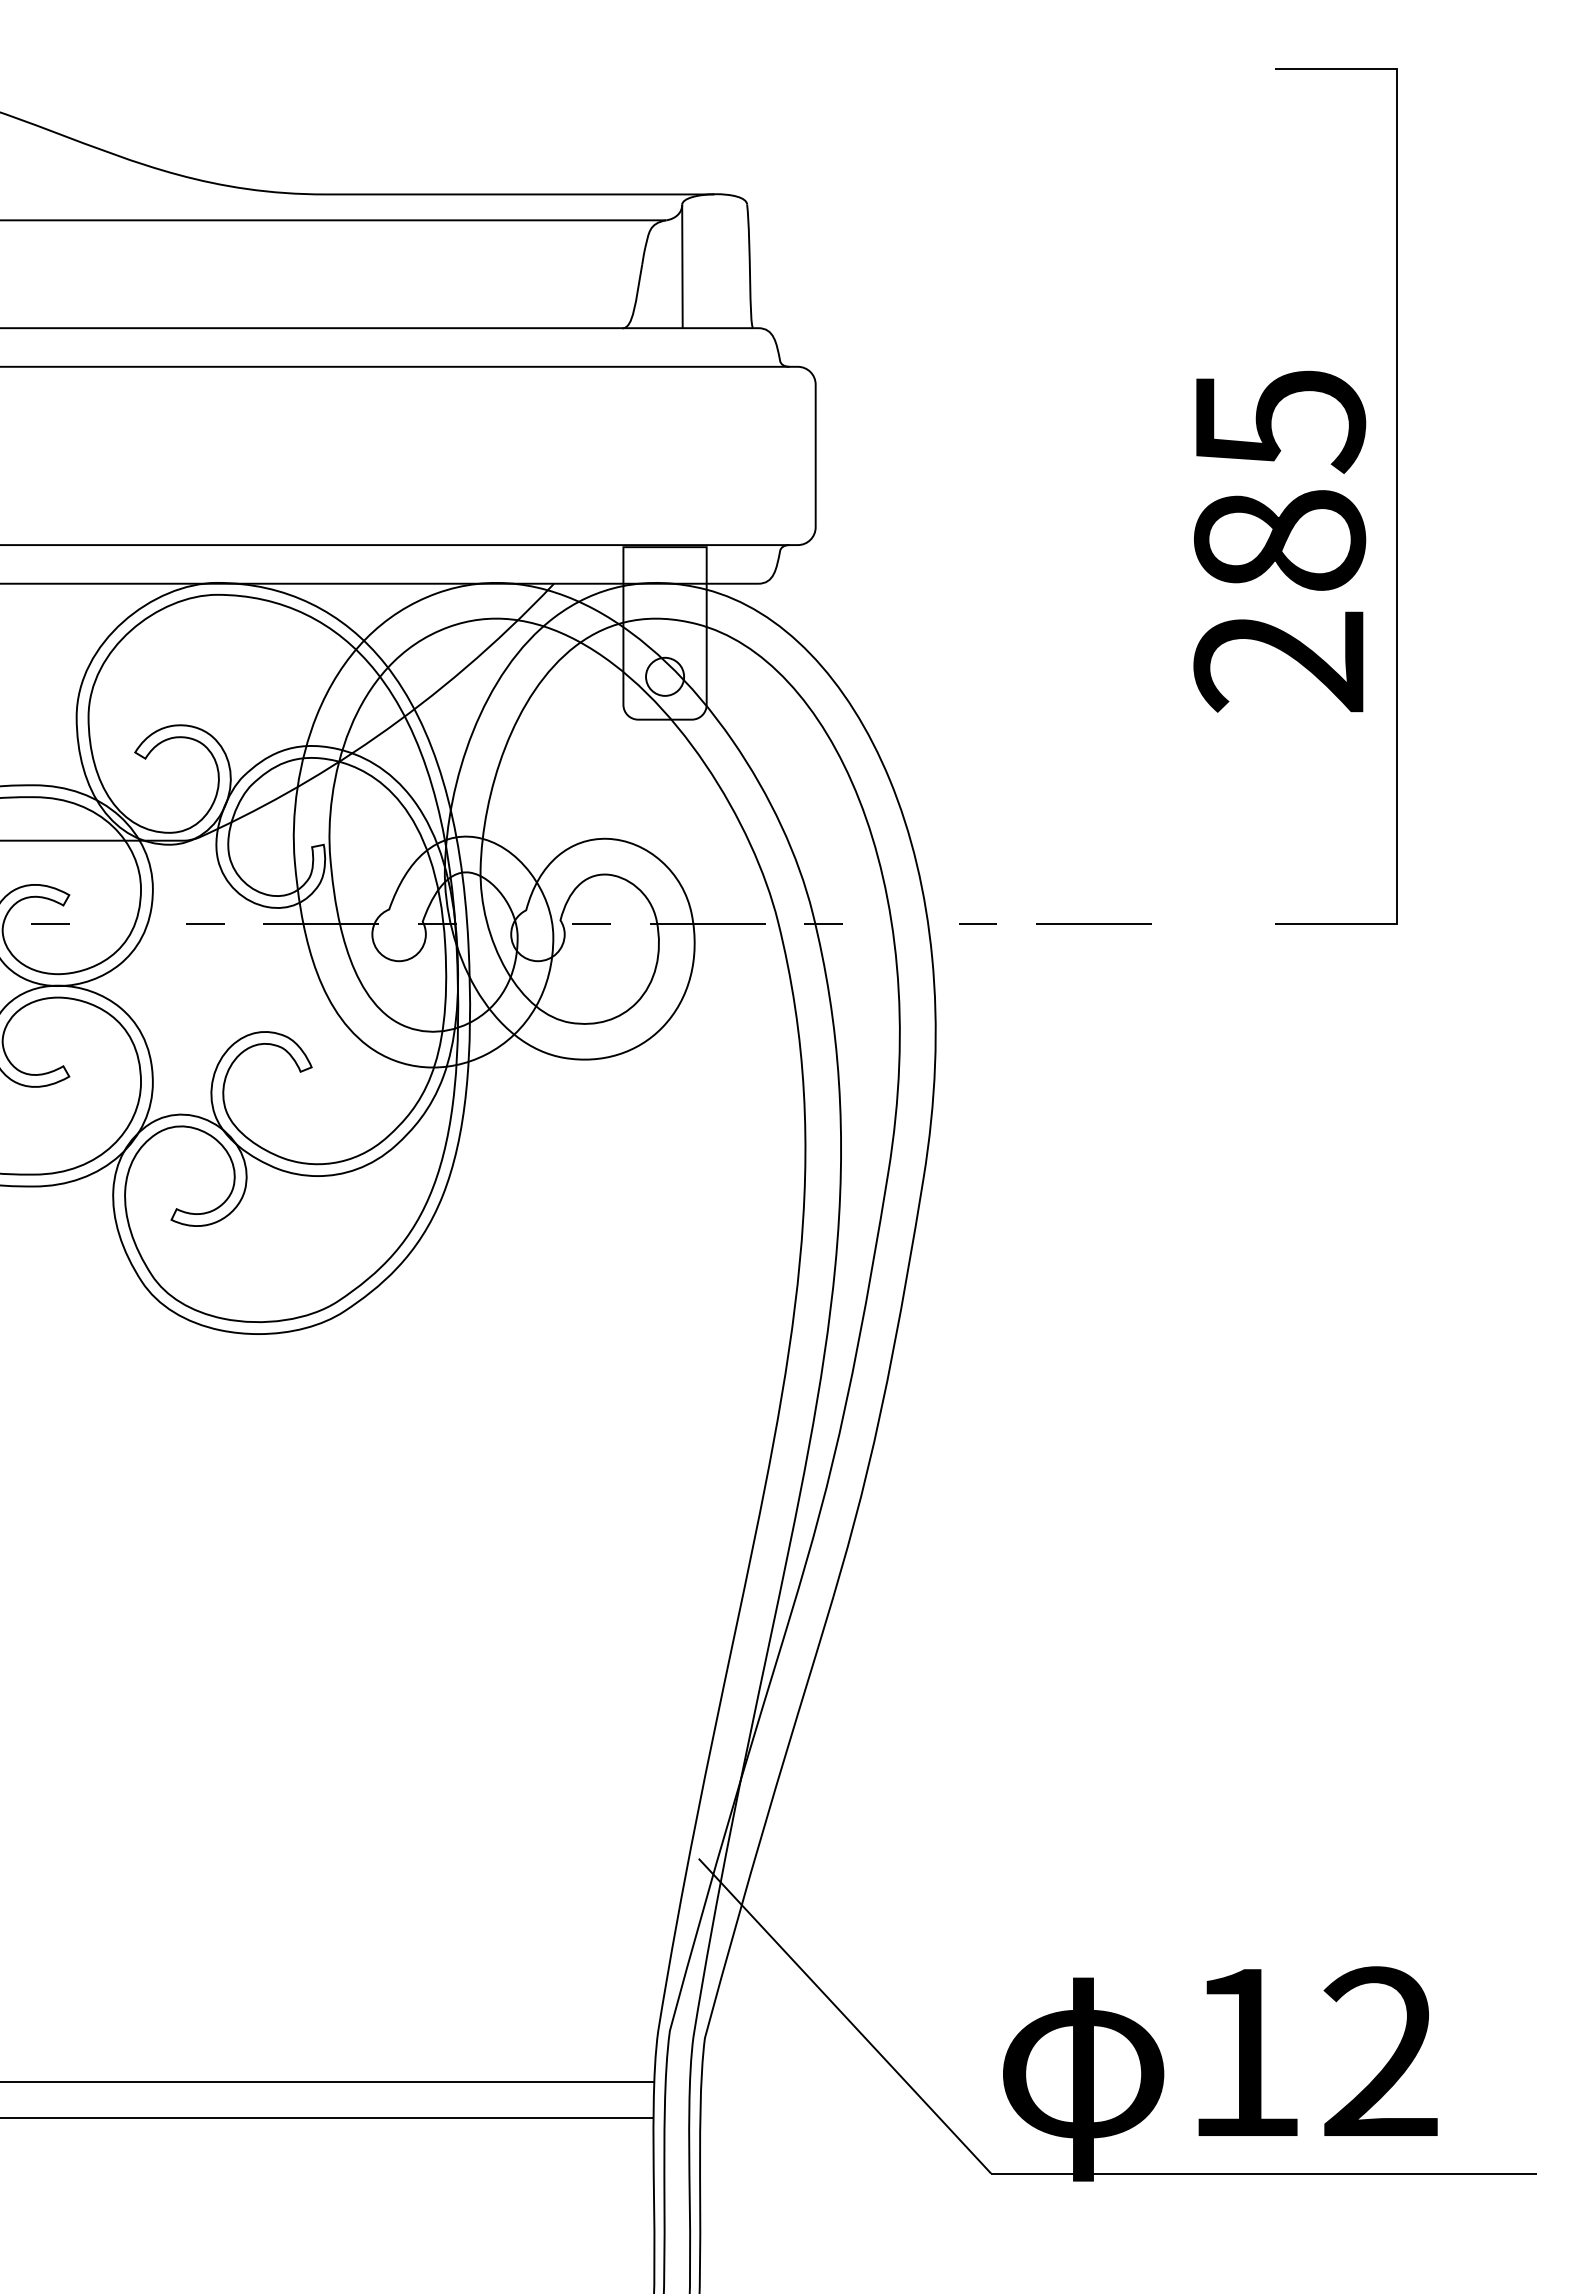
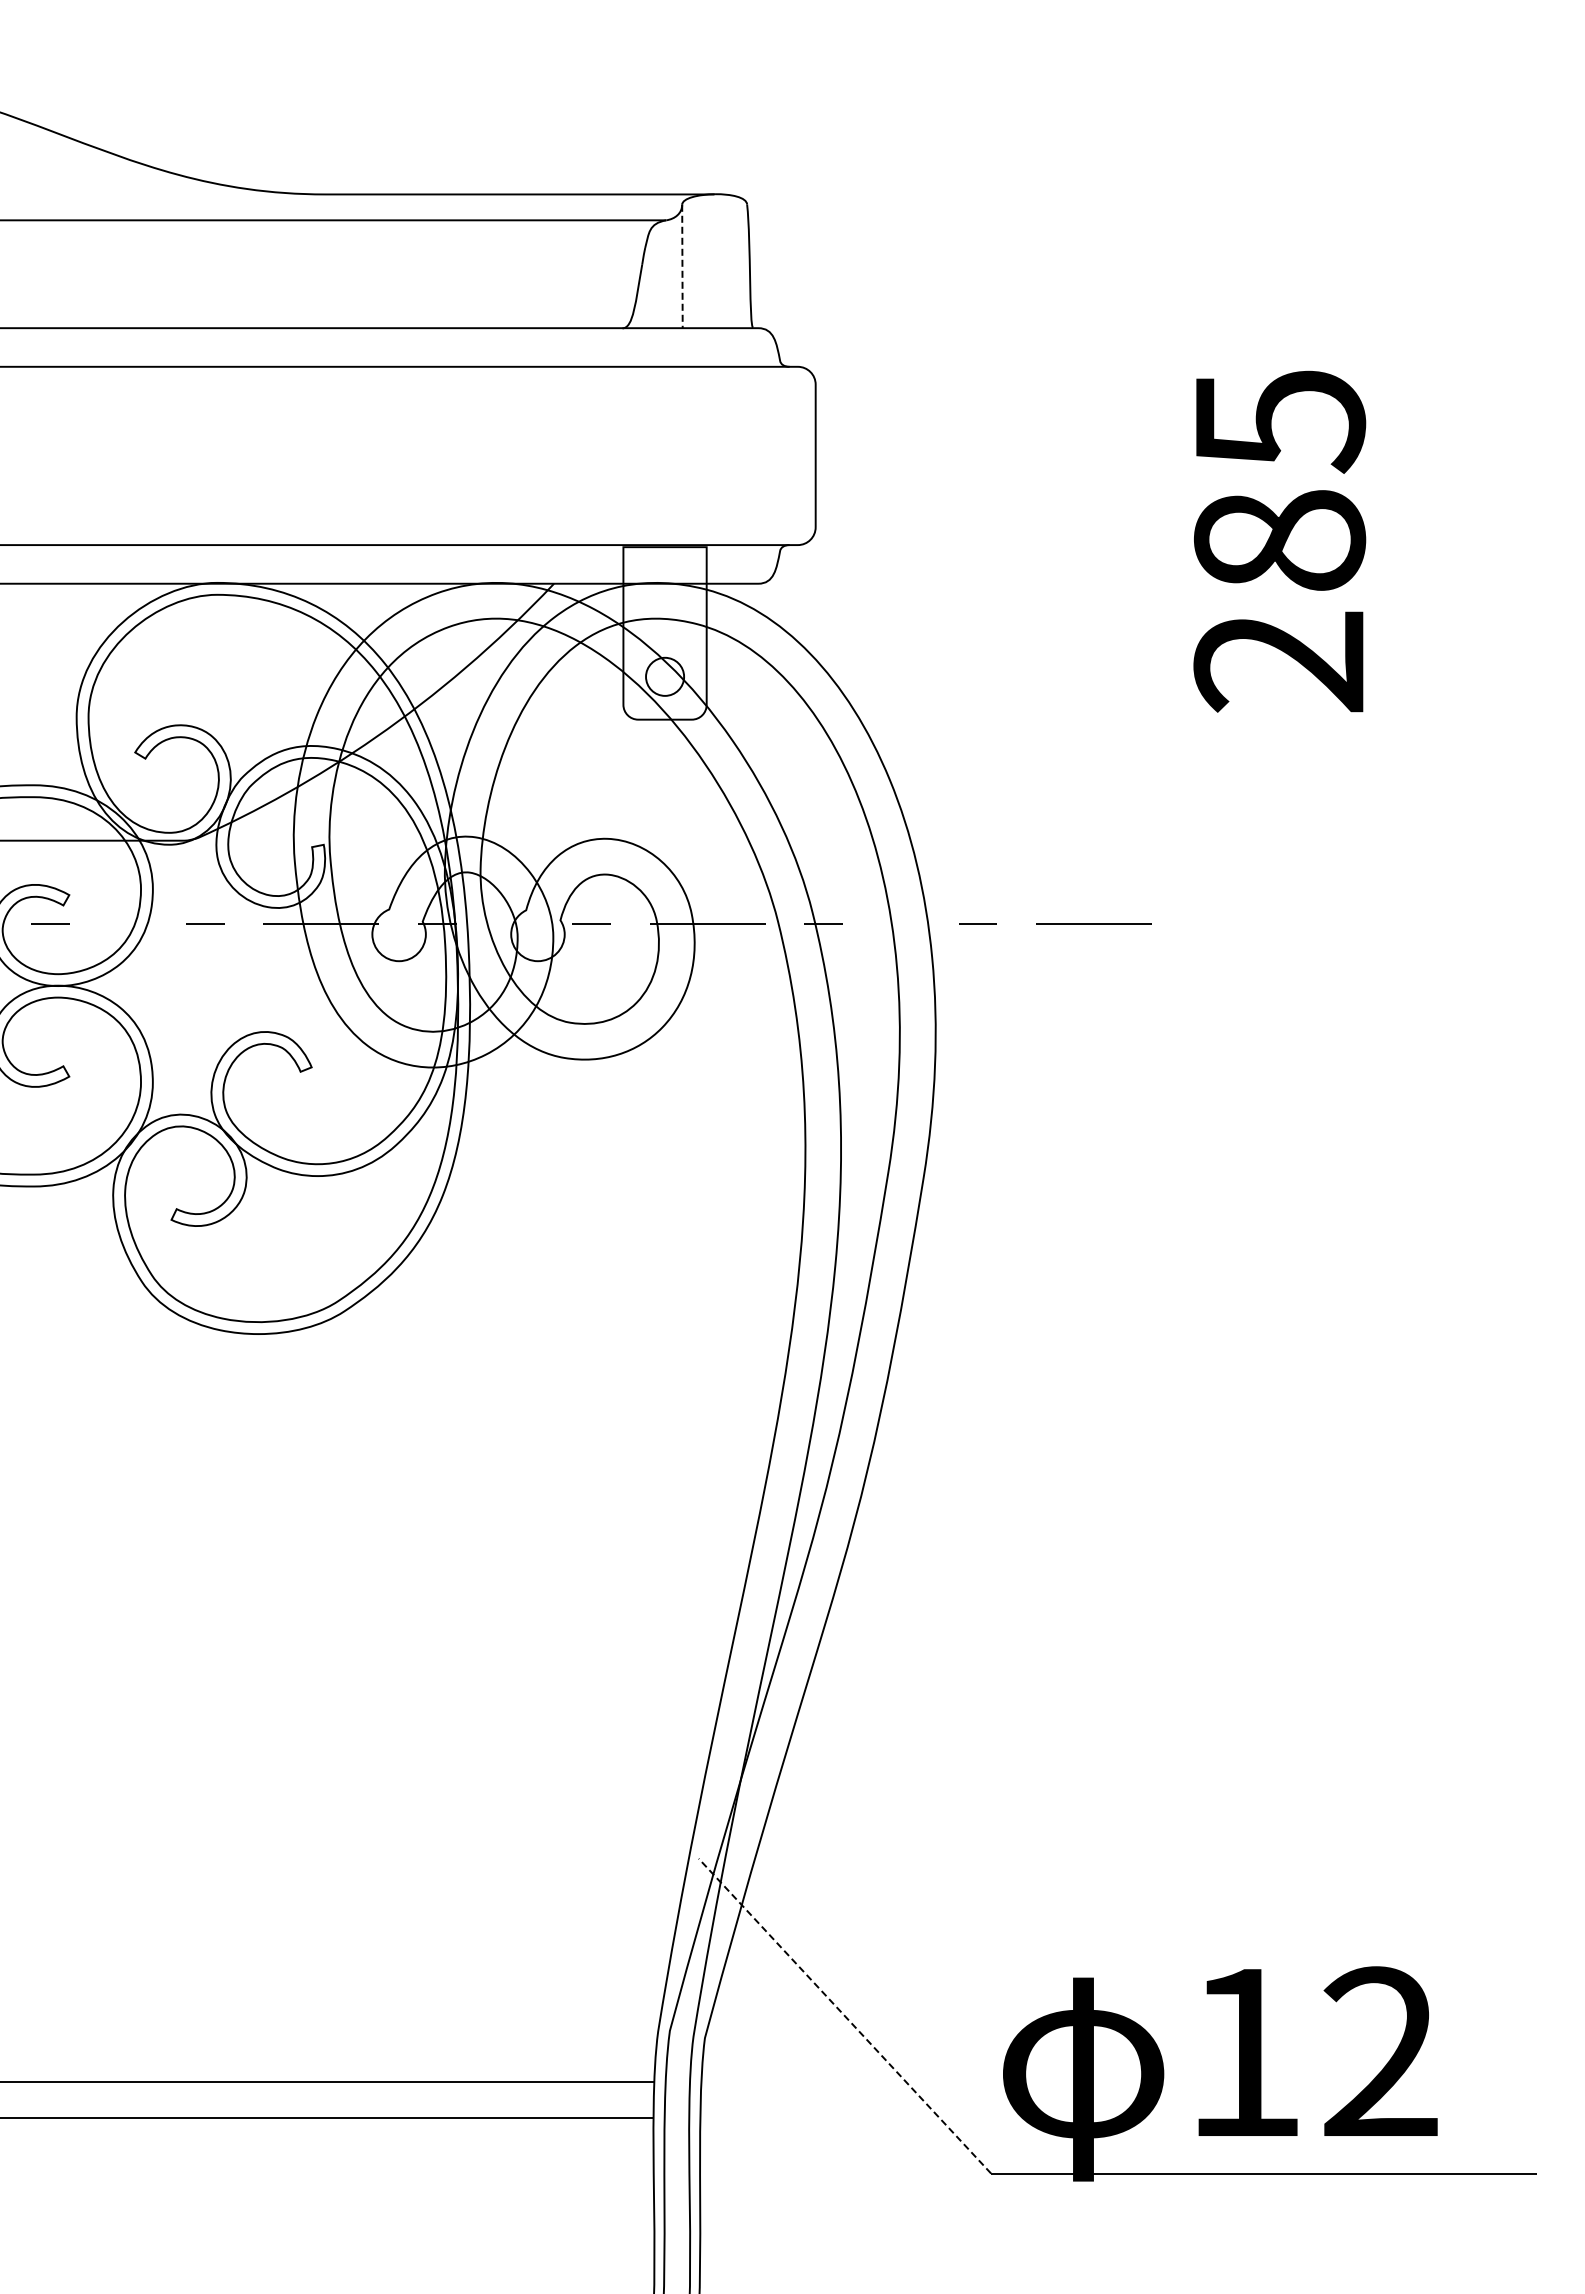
line at (682, 266): solid -> dashed
line at (1396, 496): present -> none
line at (844, 2016): solid -> dashed
